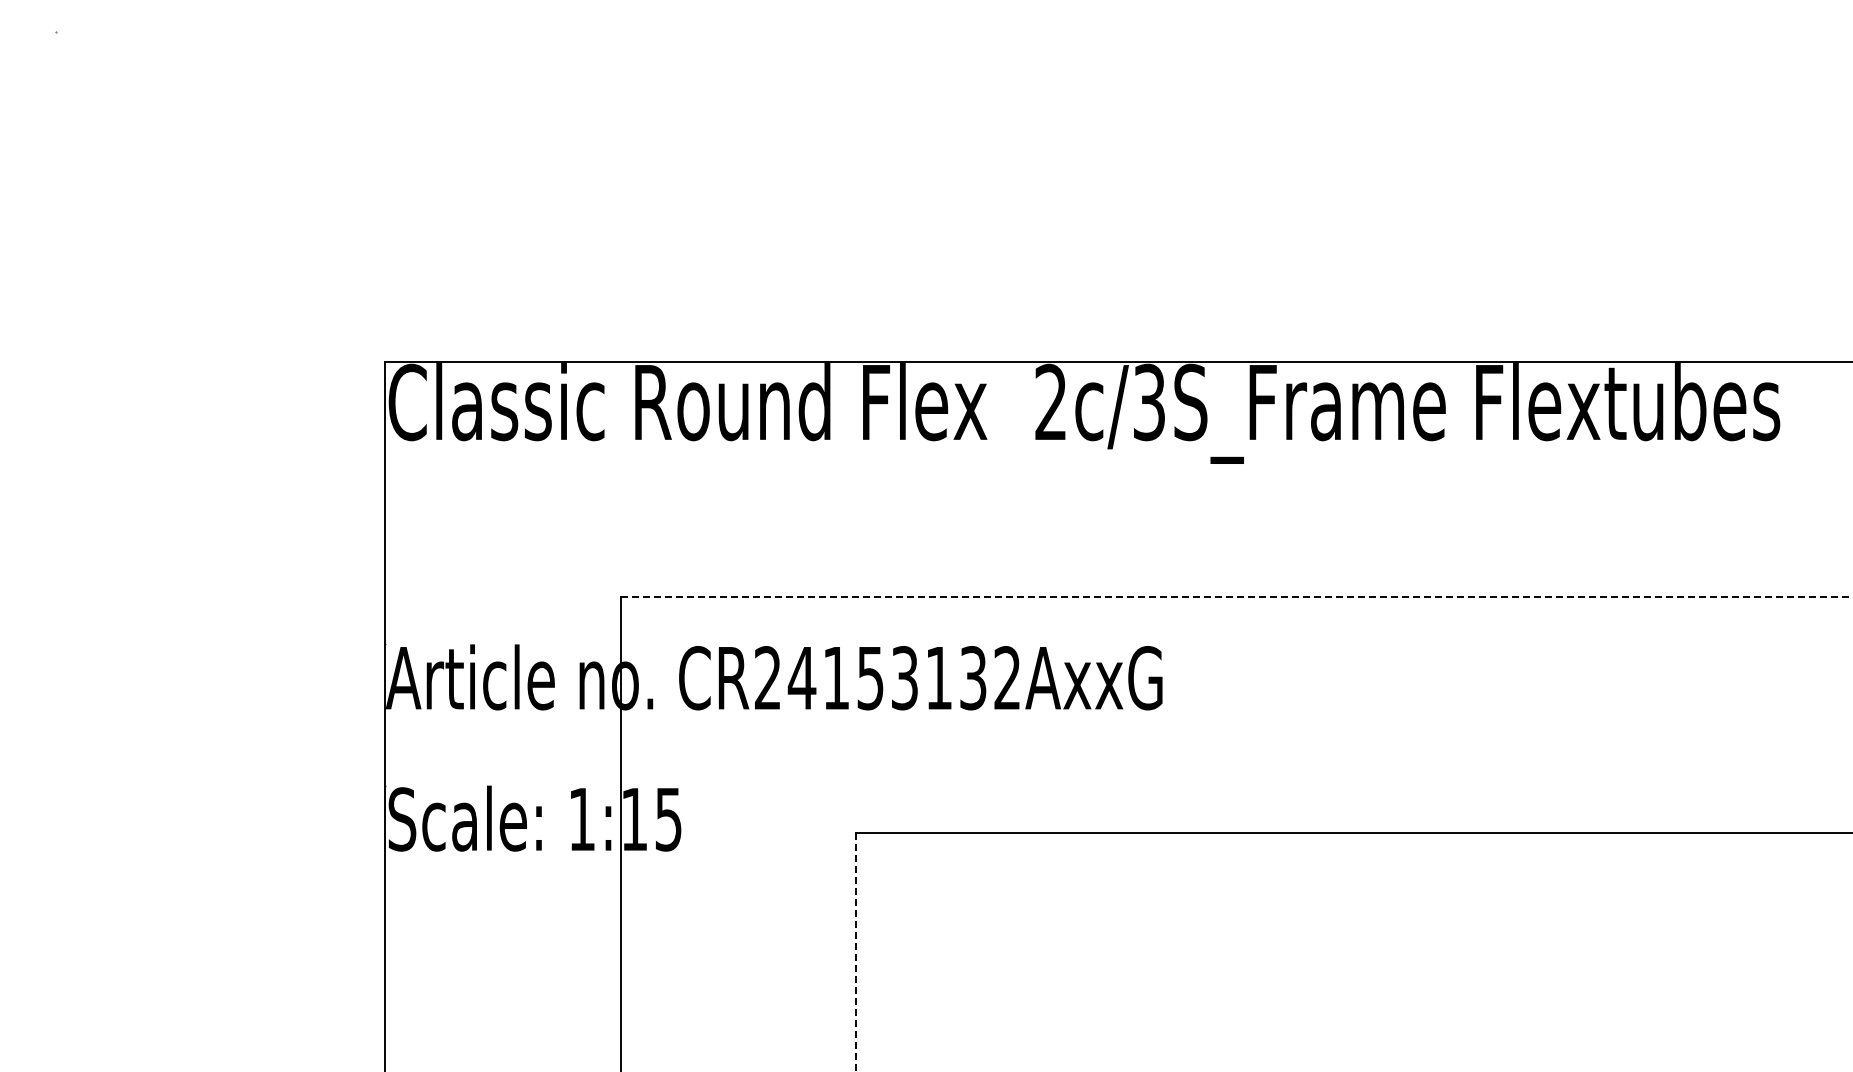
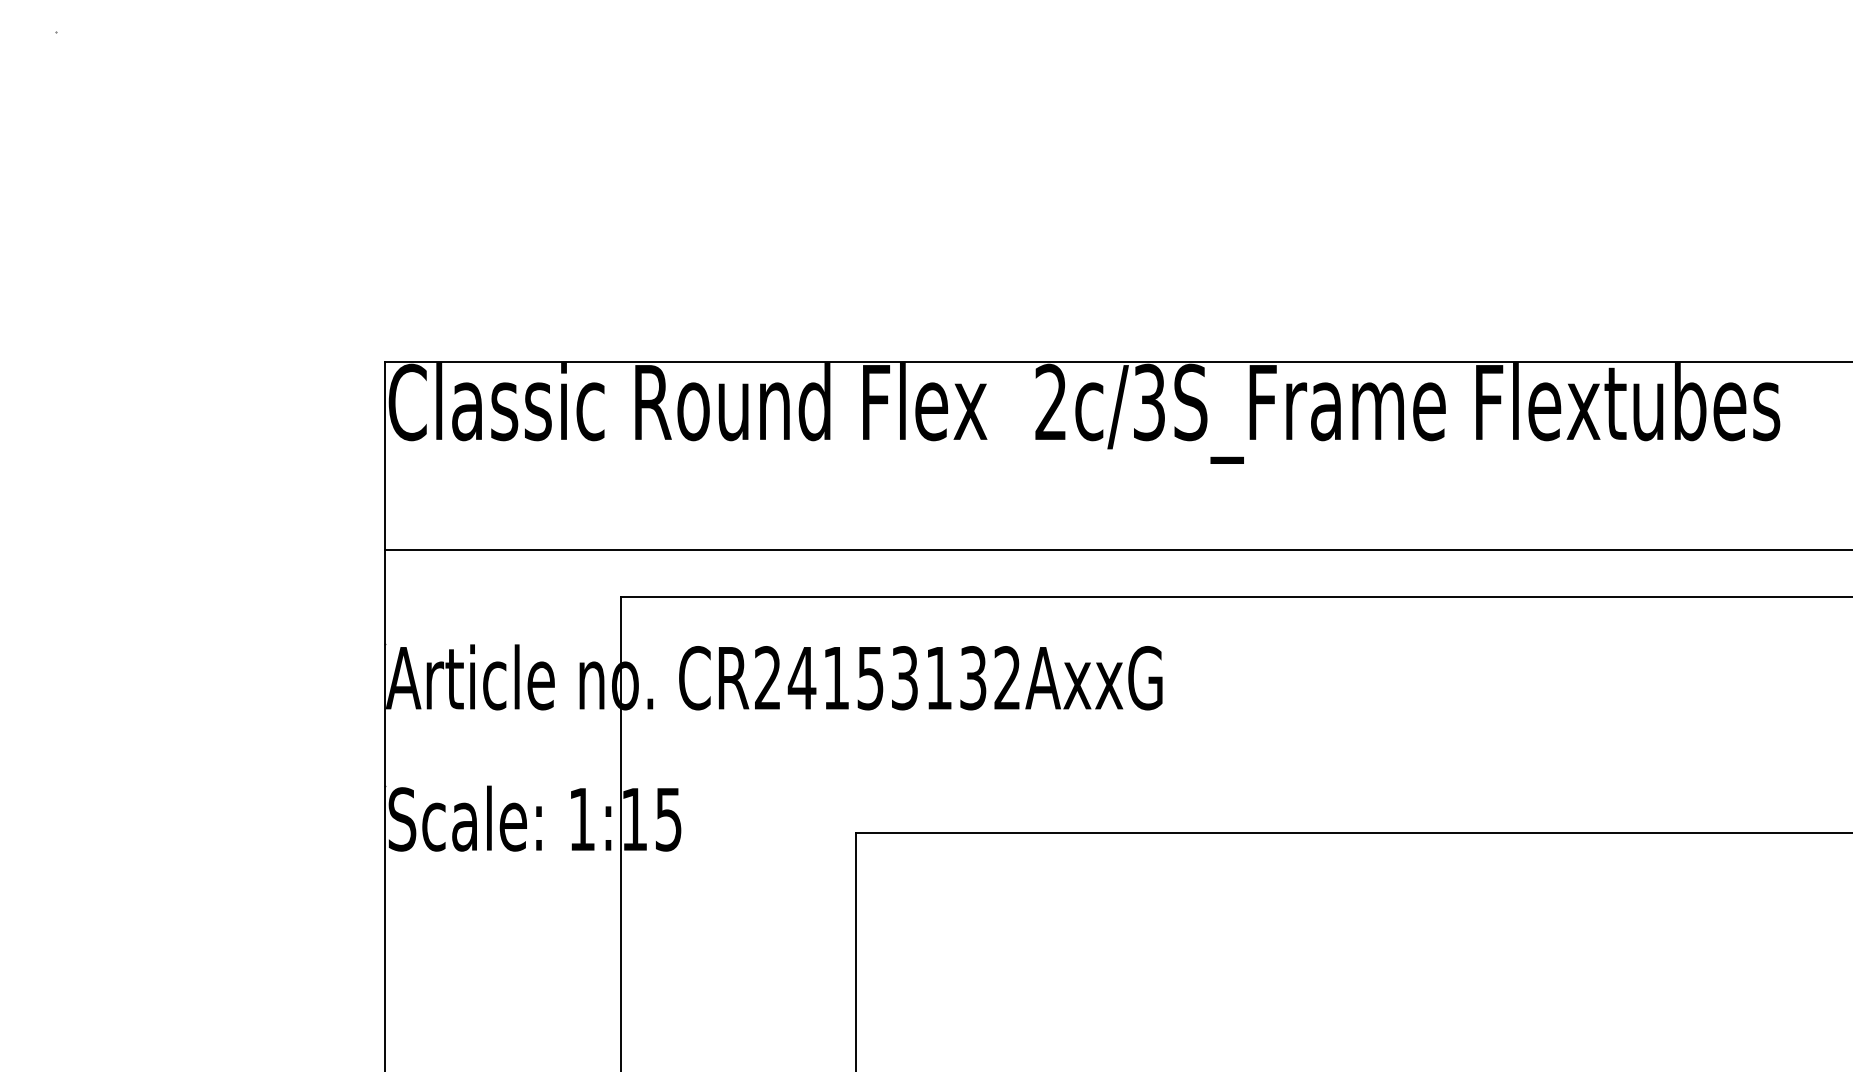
line at (1117, 550): none -> present
line at (1236, 597): dashed -> solid
line at (855, 952): dashed -> solid
